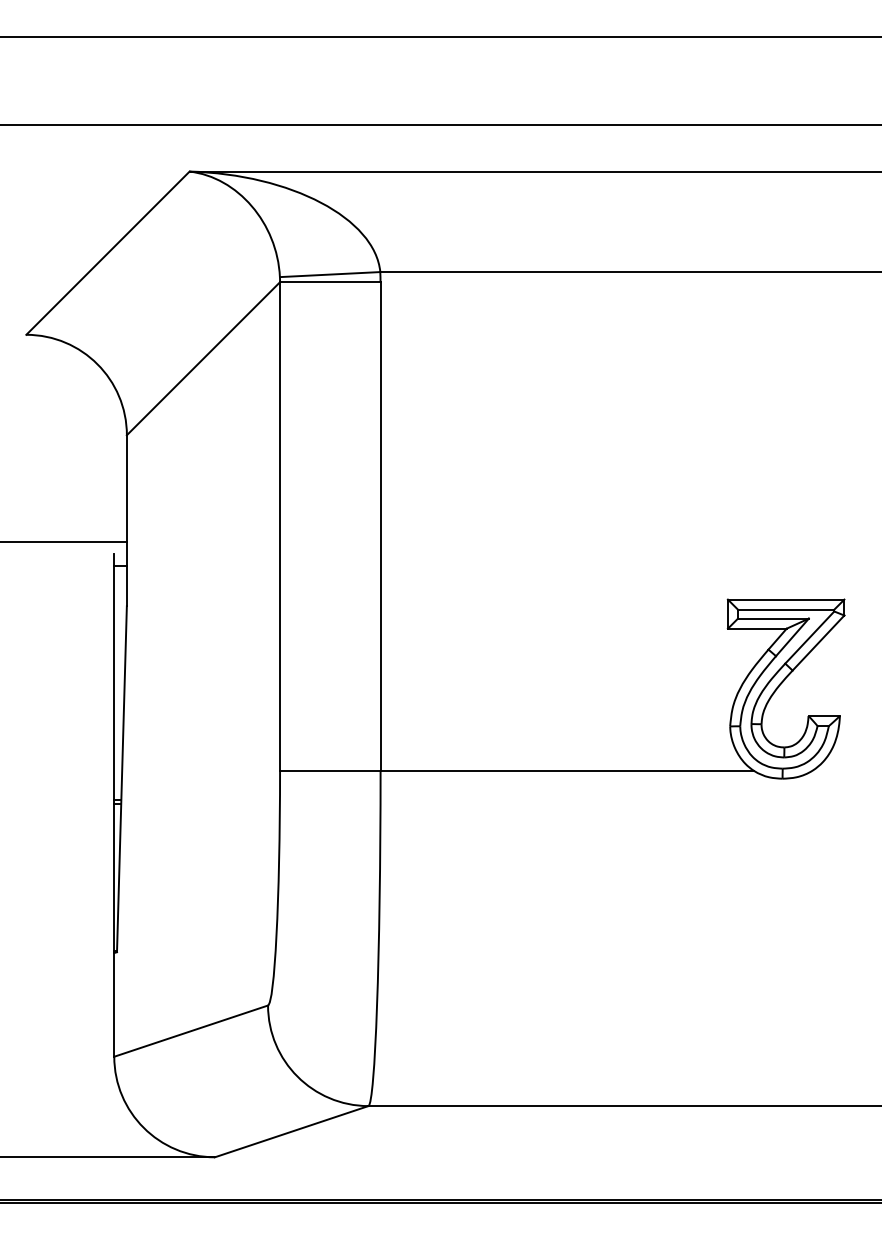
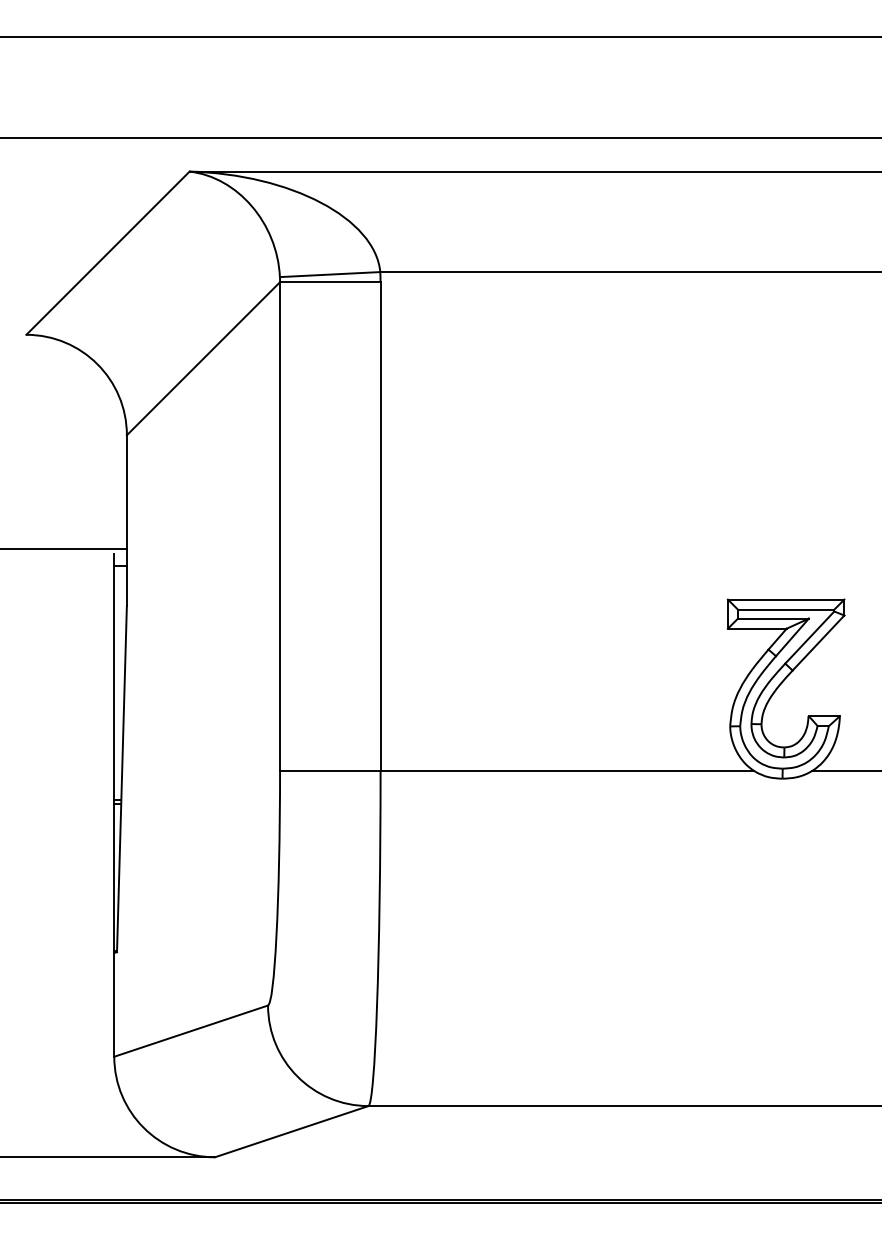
line at (440, 124) position: (440, 124) -> (440, 137)
line at (64, 541) position: (64, 541) -> (64, 548)
line at (845, 770): none -> present
